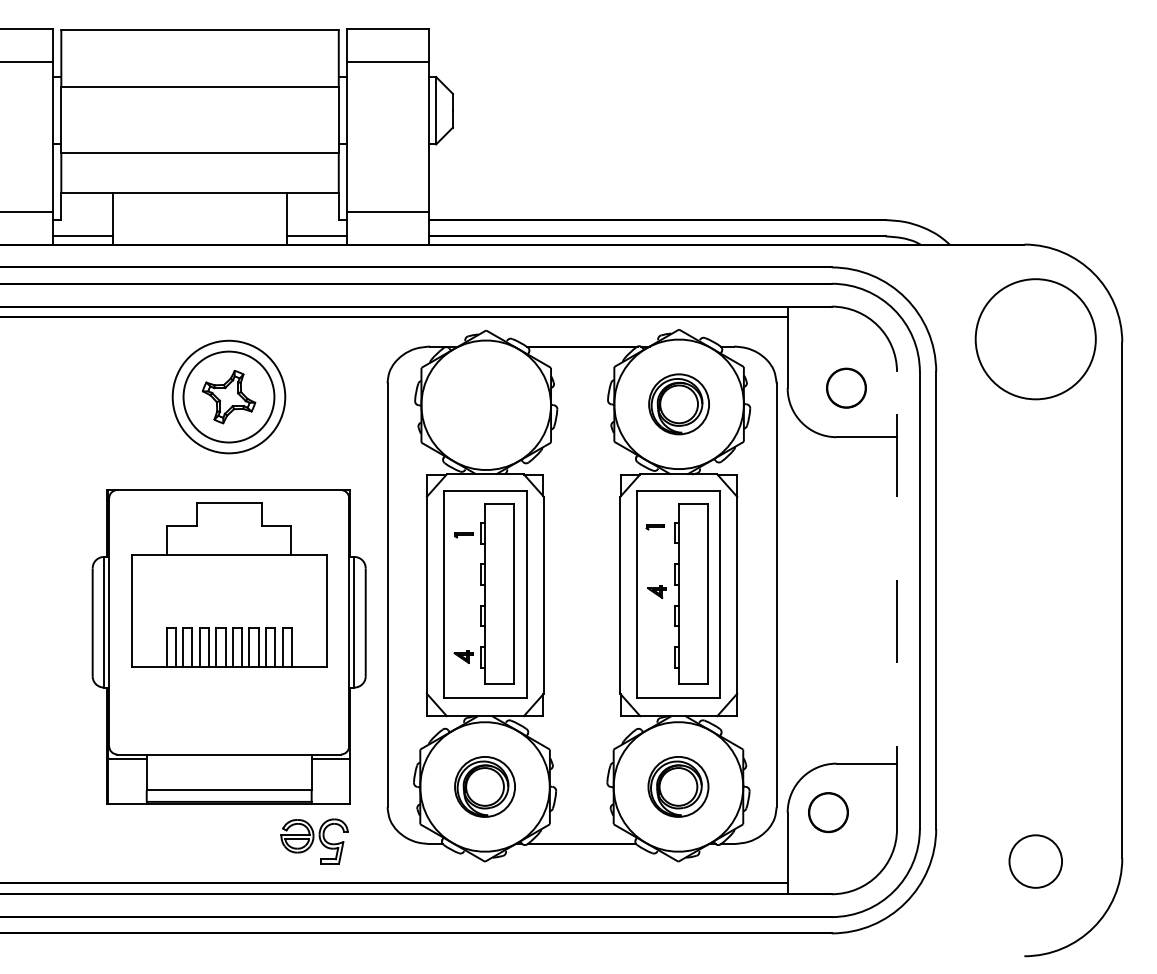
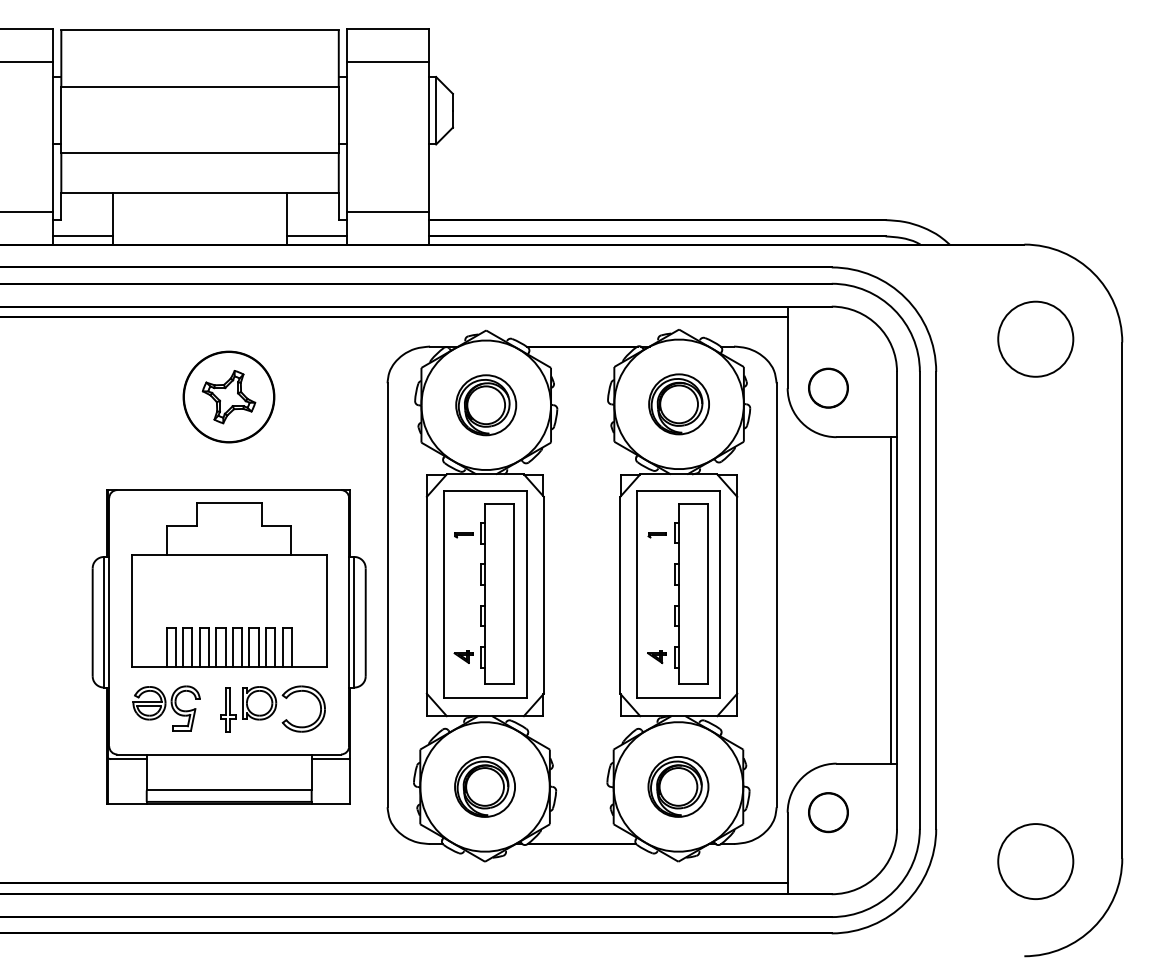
circle at (1035, 339) diameter: 120 px -> 75 px
circle at (846, 387) position: (846, 387) -> (828, 387)
circle at (228, 396) diameter: 113 px -> 90 px
part at (486, 405): none -> present
part at (654, 527) position: (654, 527) -> (656, 535)
part at (656, 592) position: (656, 592) -> (656, 657)
line at (891, 600): none -> present
line at (897, 600): dashed -> solid
part at (272, 708): none -> present
part at (314, 841) position: (314, 841) -> (166, 708)
circle at (1035, 861) diameter: 53 px -> 75 px
